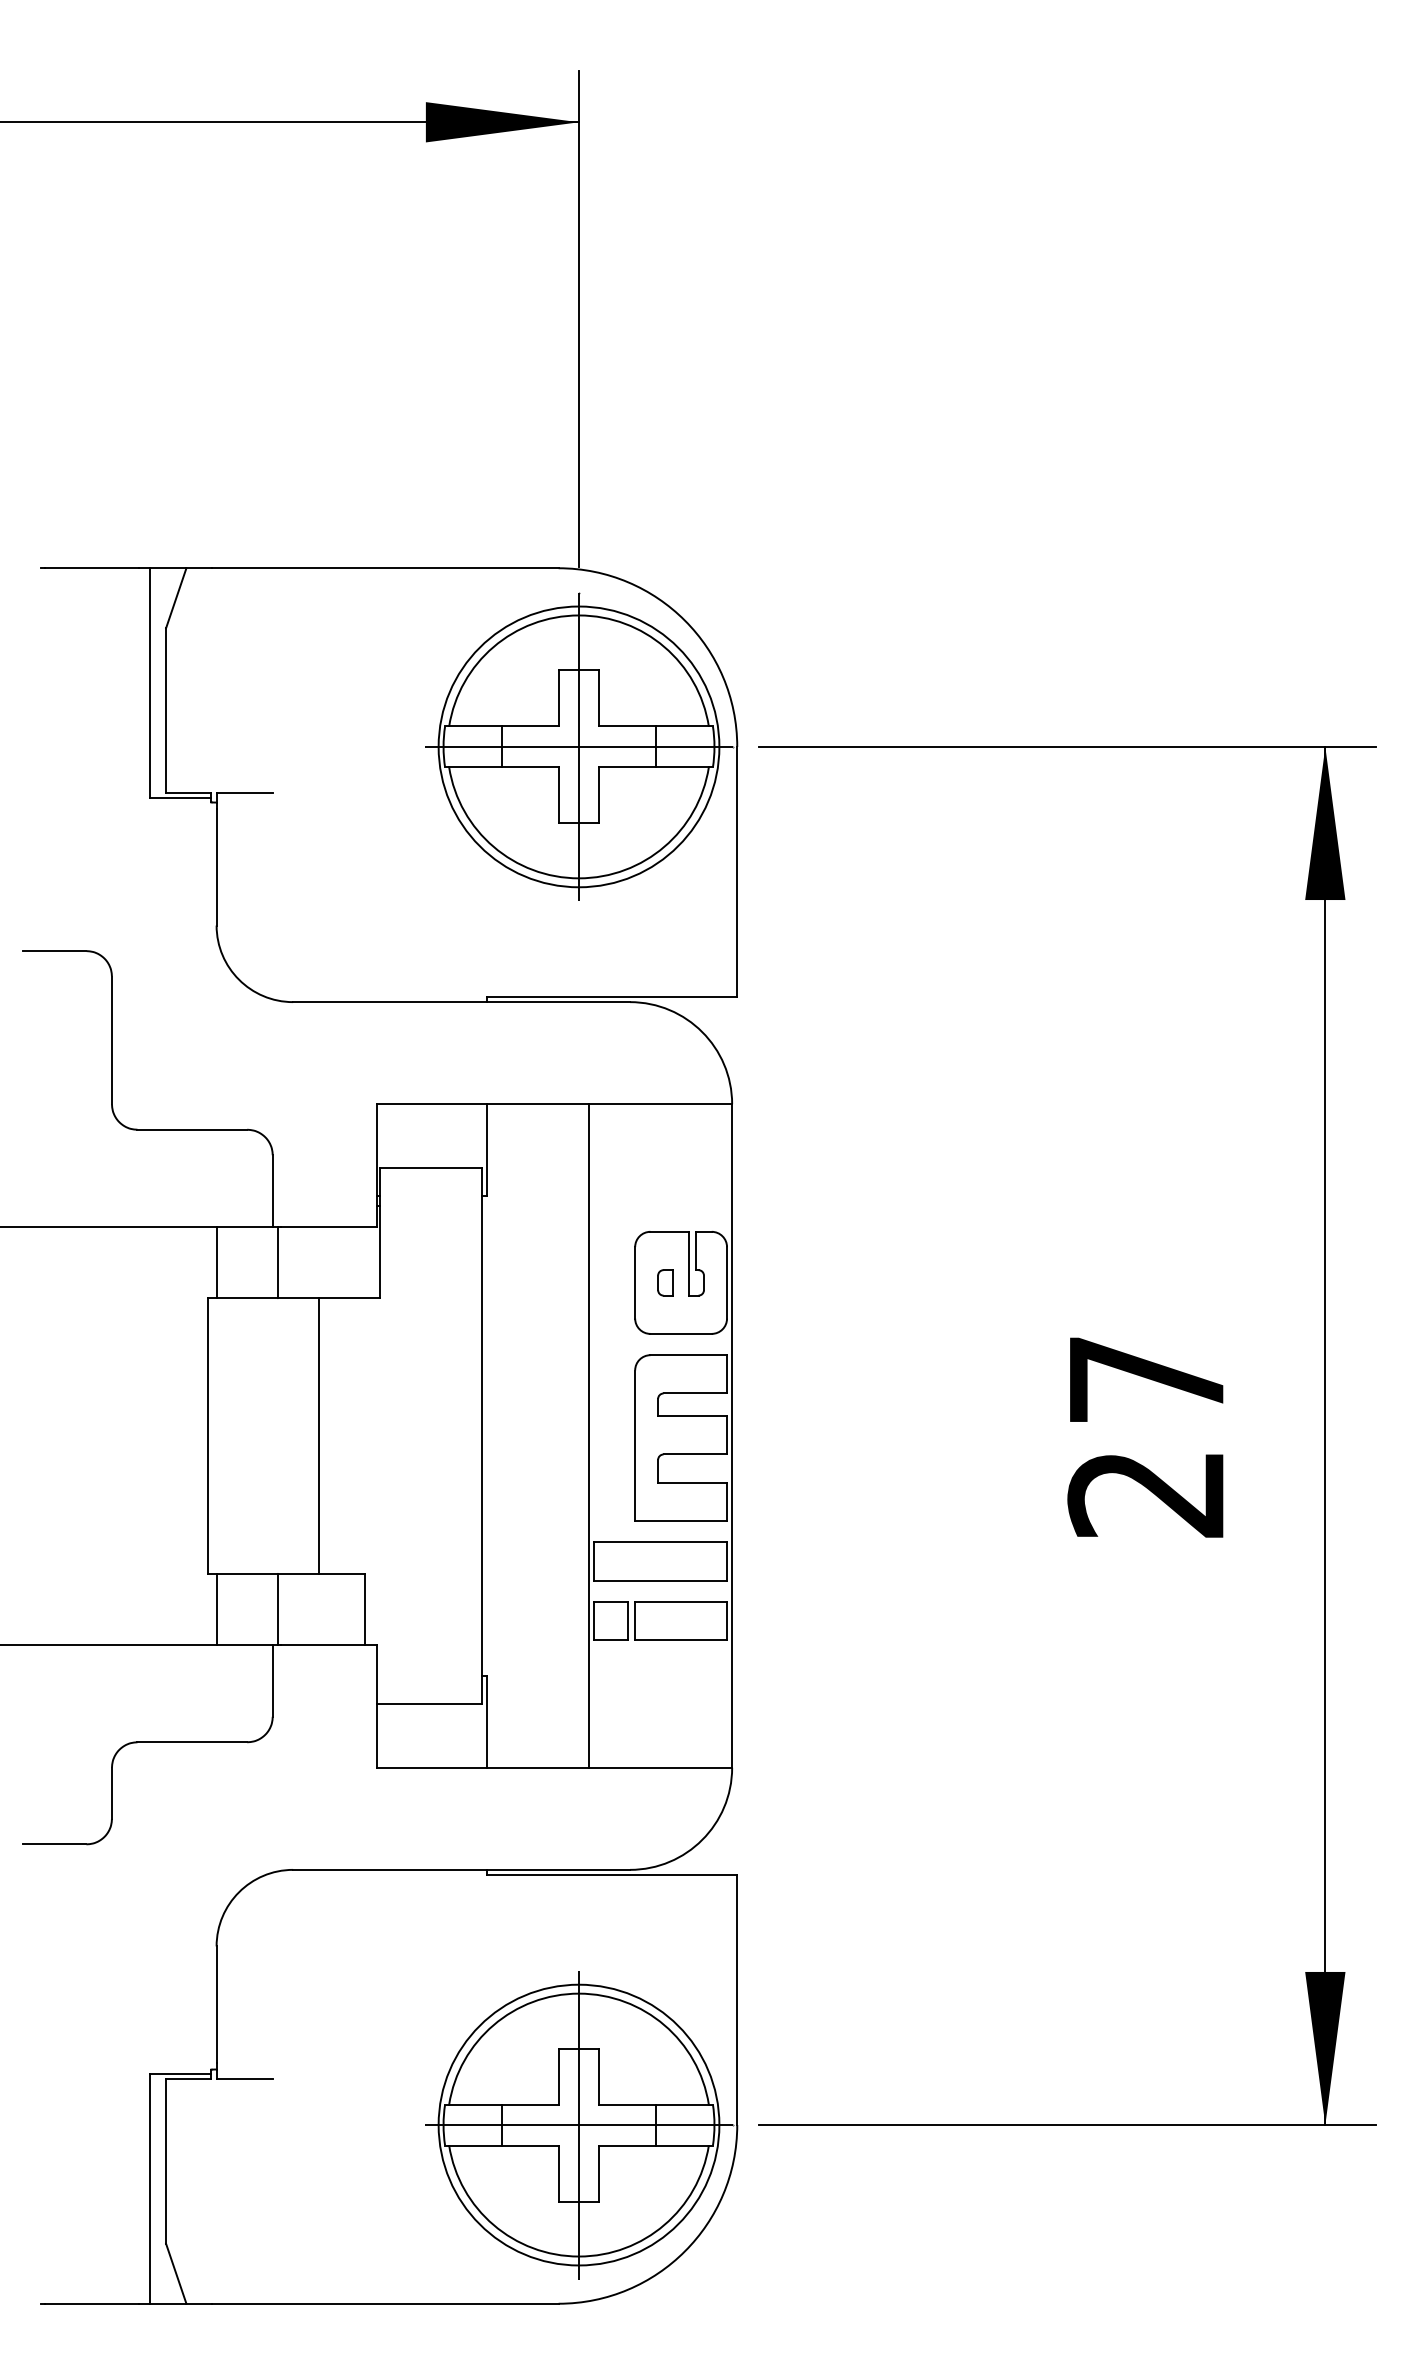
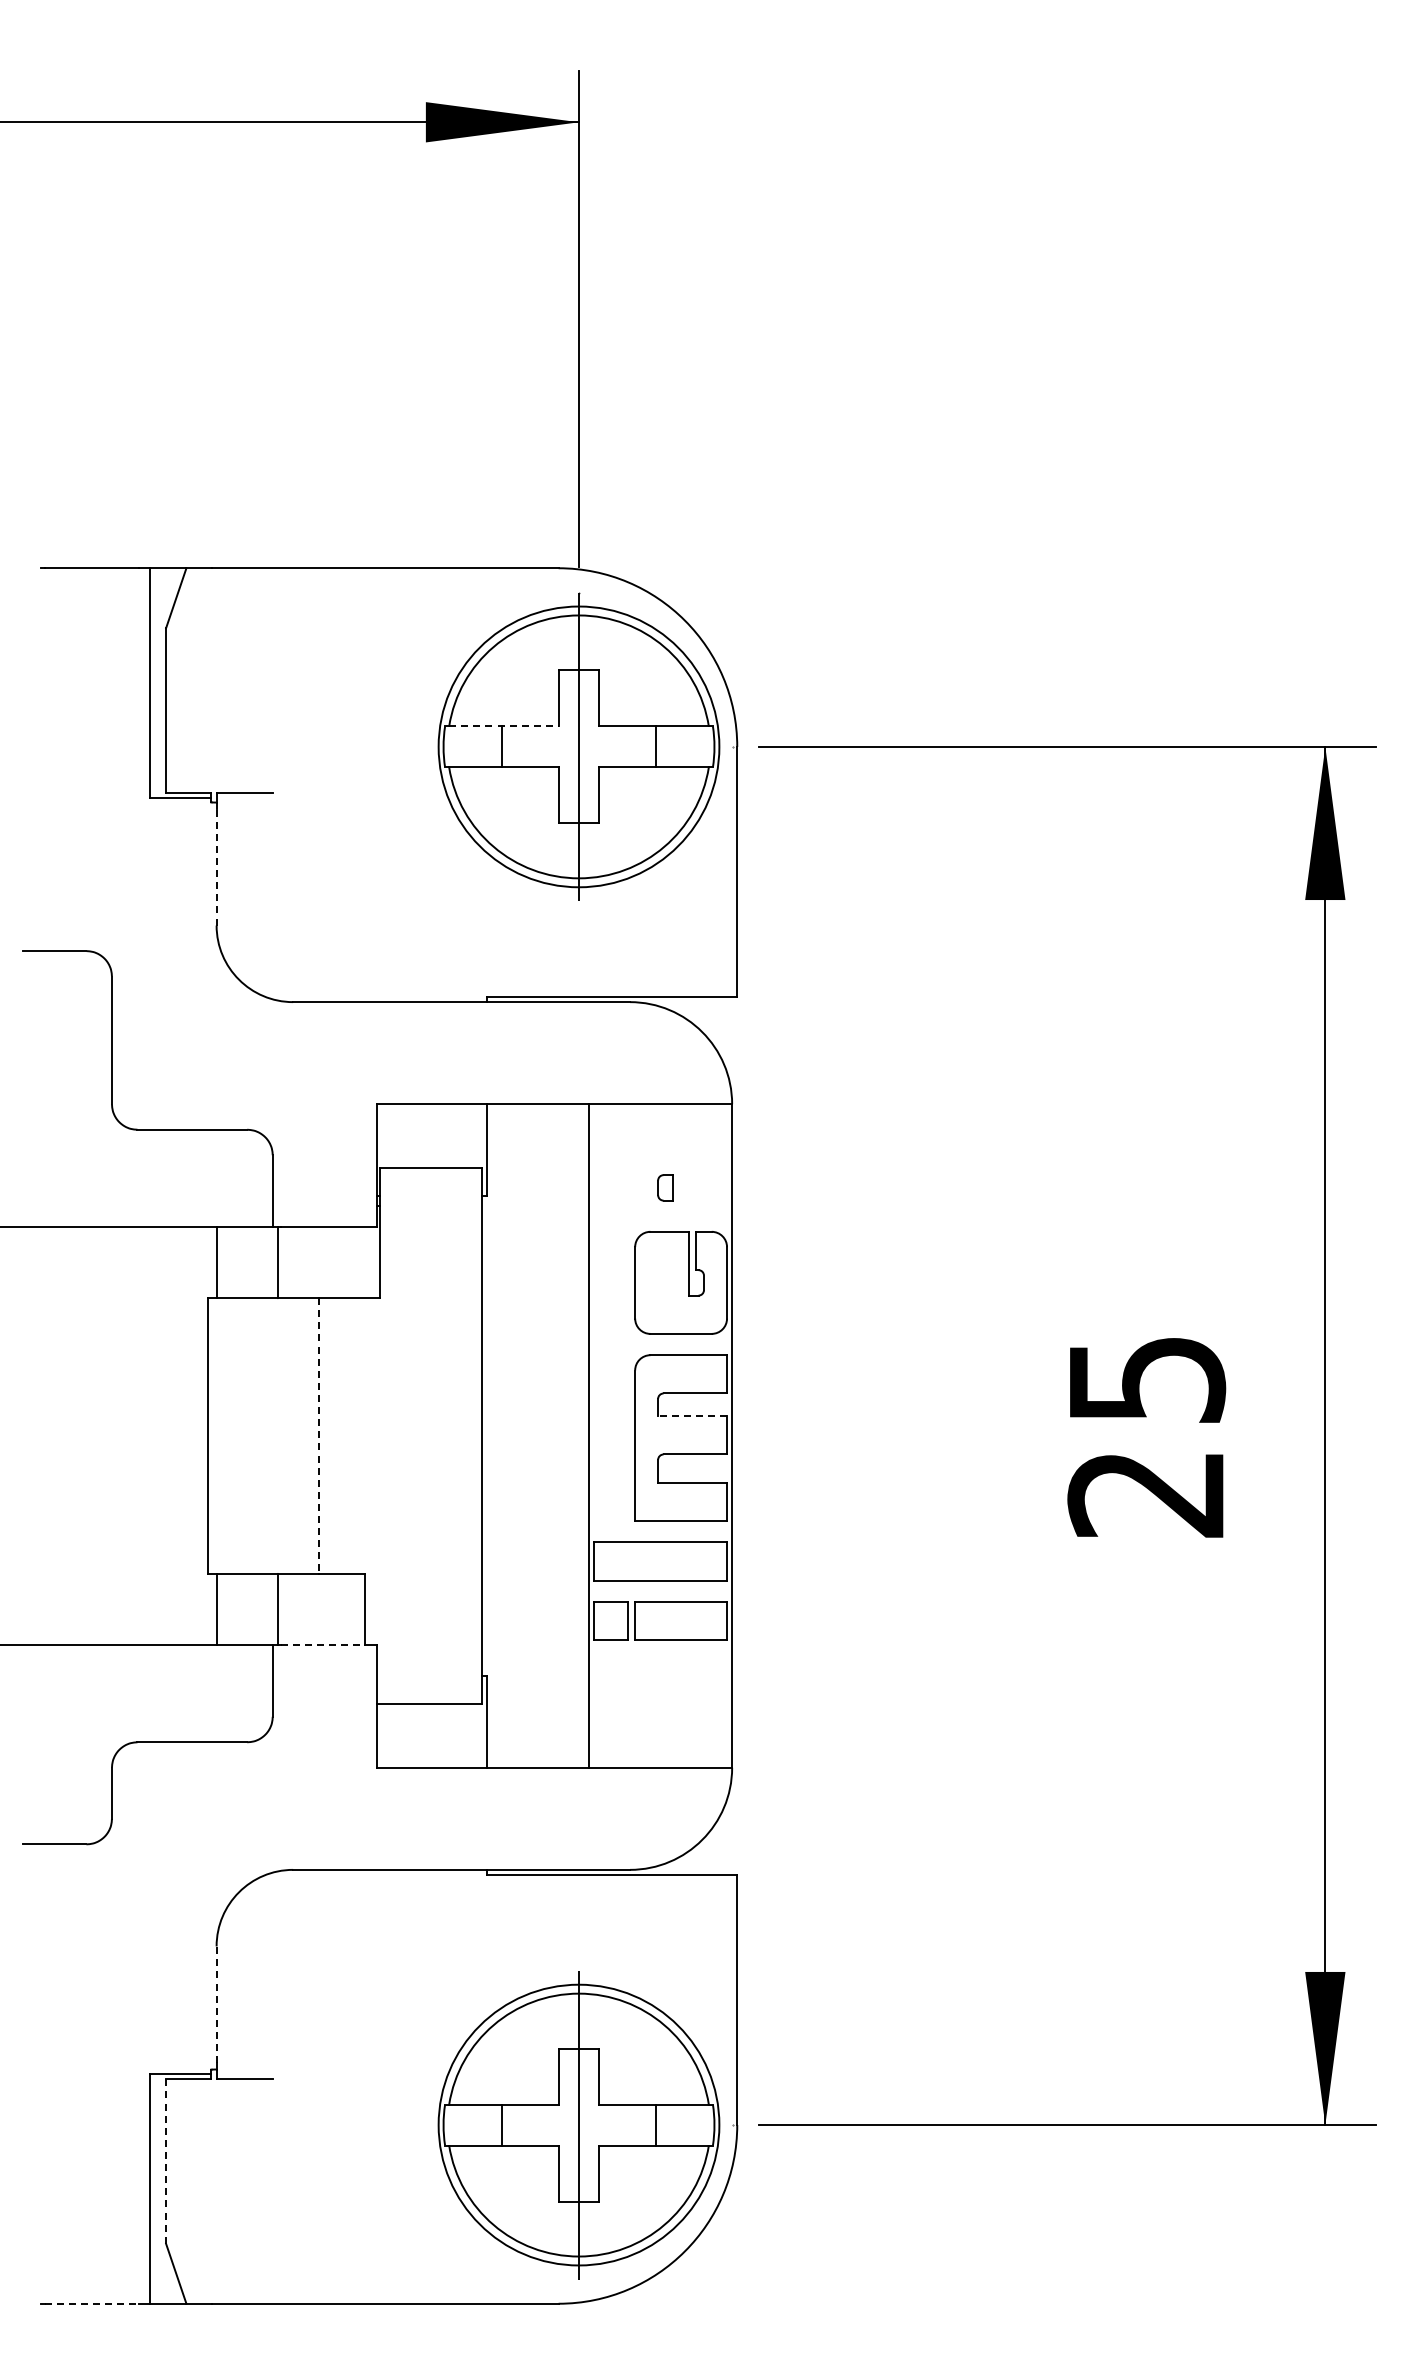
line at (503, 726): solid -> dashed
line at (578, 746): present -> none
line at (216, 866): solid -> dashed
part at (665, 1282) position: (665, 1282) -> (665, 1187)
text at (1148, 1379): 27 -> 25
line at (692, 1416): solid -> dashed
line at (318, 1436): solid -> dashed
line at (323, 1645): solid -> dashed
line at (216, 2004): solid -> dashed
line at (578, 2125): present -> none
line at (166, 2160): solid -> dashed
line at (92, 2303): solid -> dashed
